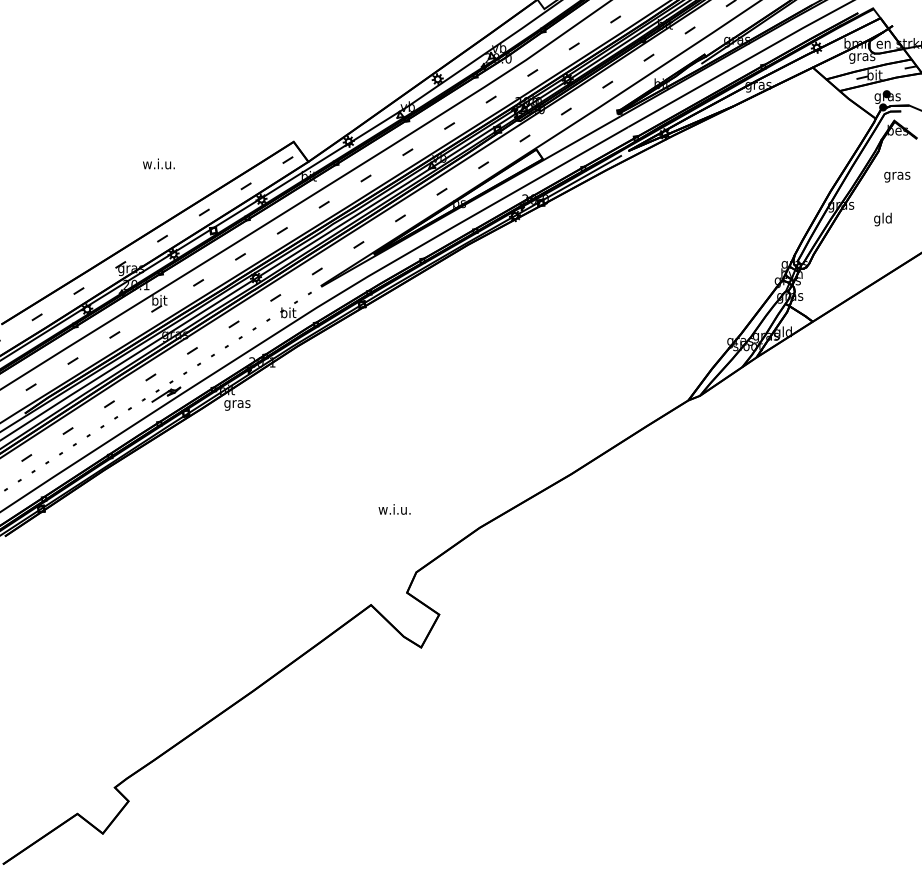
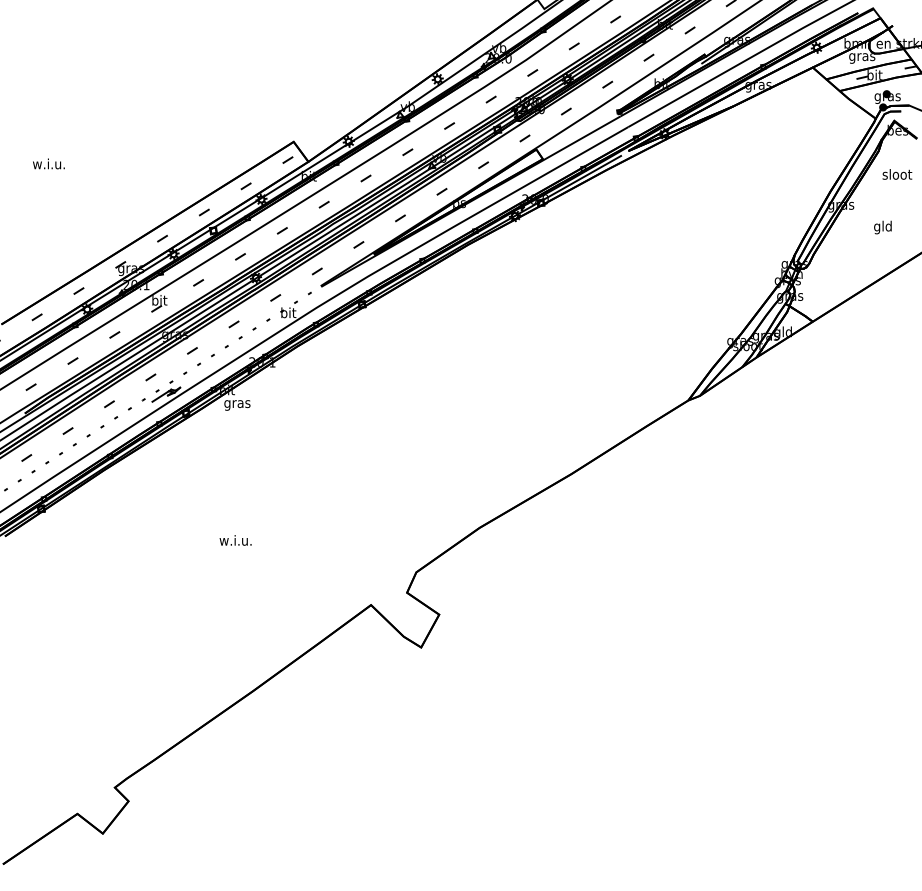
text at (158, 163) position: (158, 163) -> (48, 163)
text at (897, 175): gras -> sloot
text at (882, 219) position: (882, 219) -> (882, 227)
text at (394, 509) position: (394, 509) -> (235, 540)
